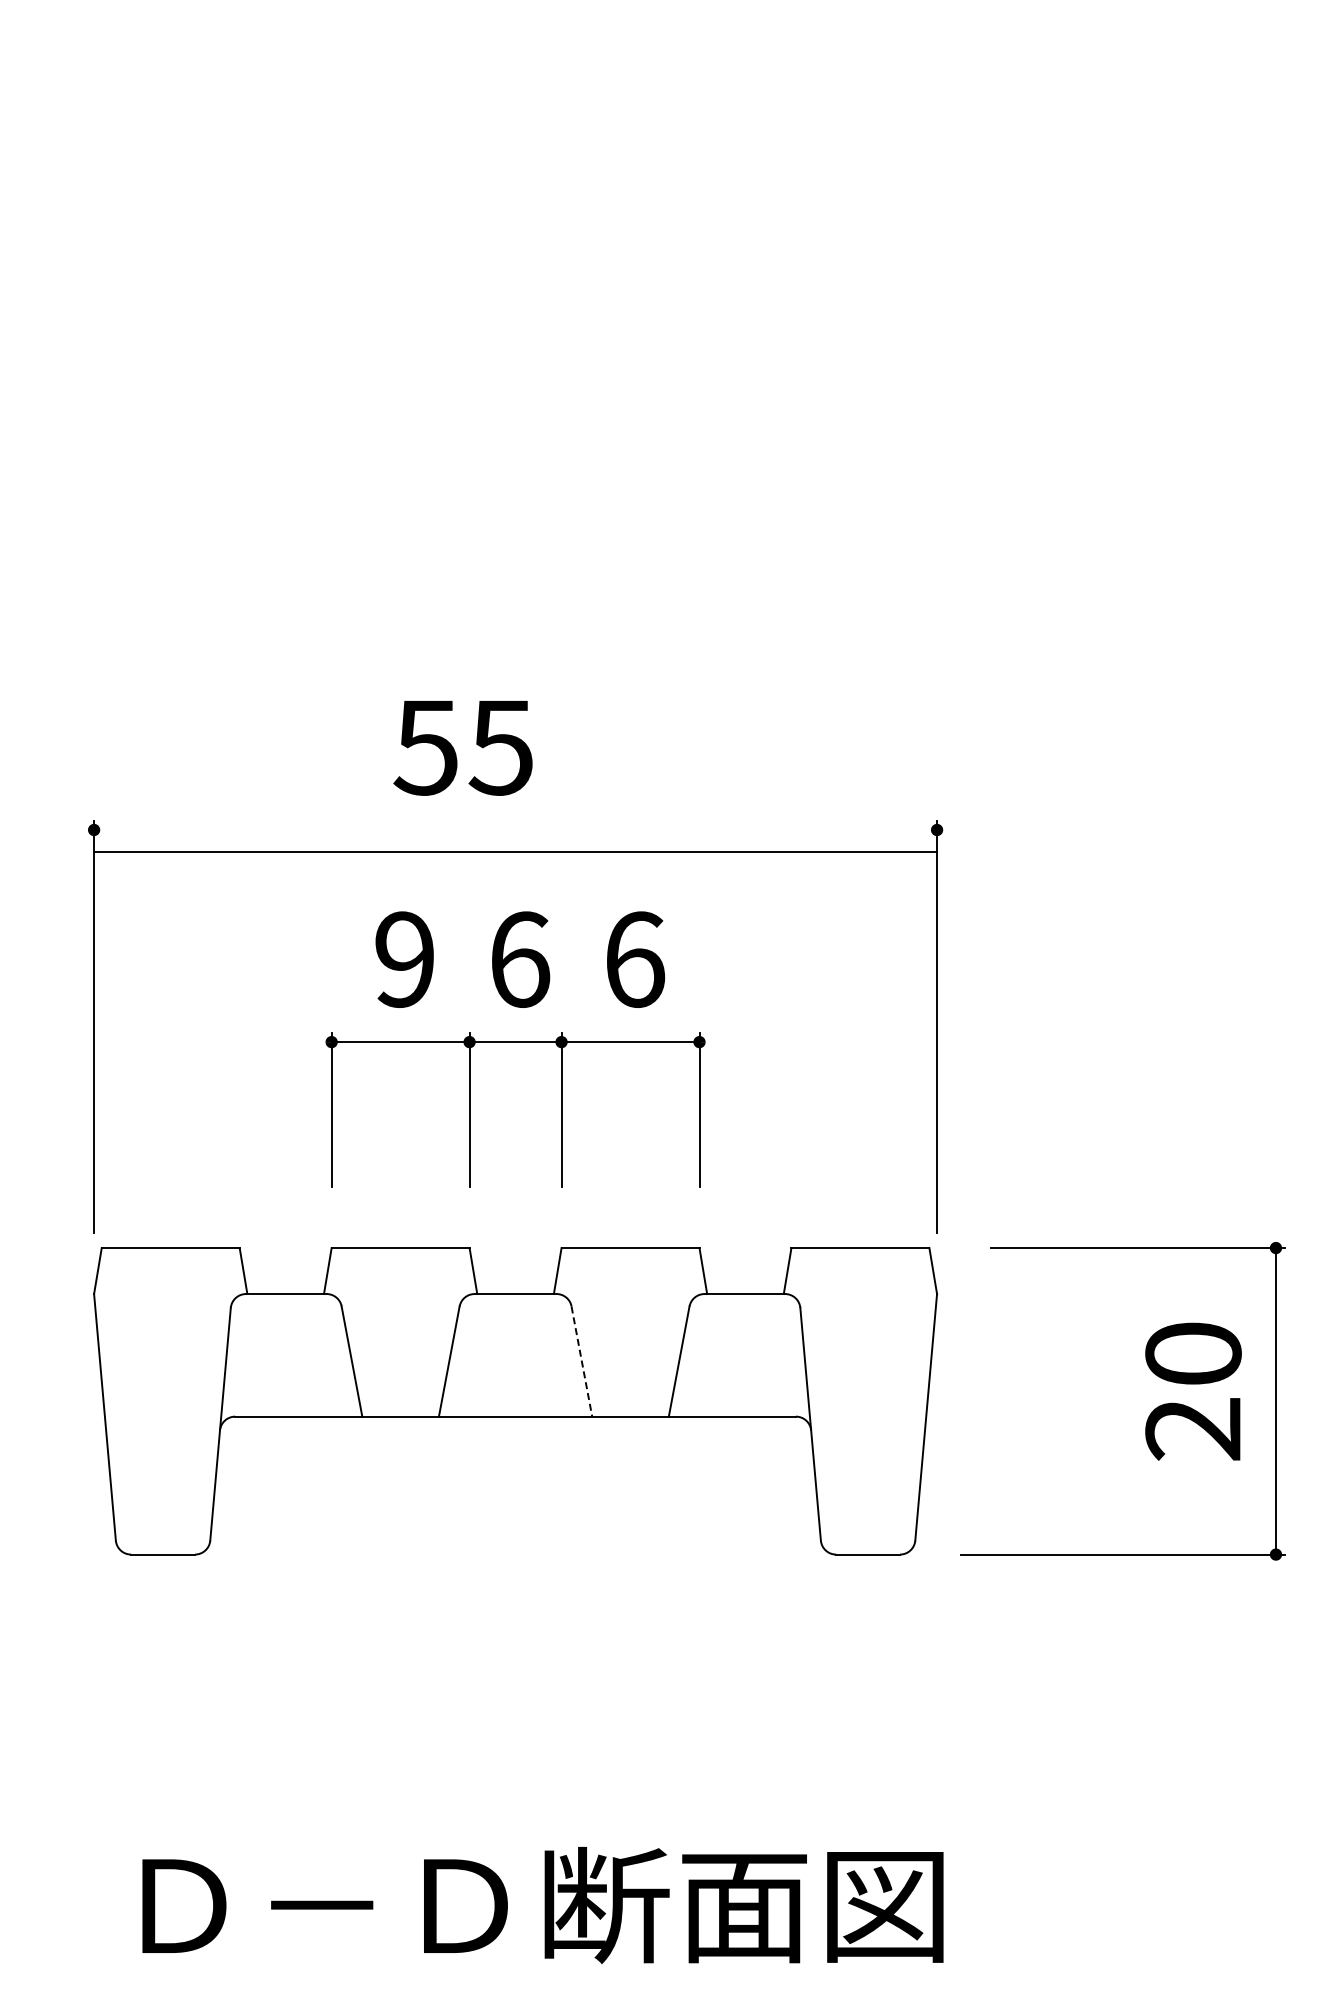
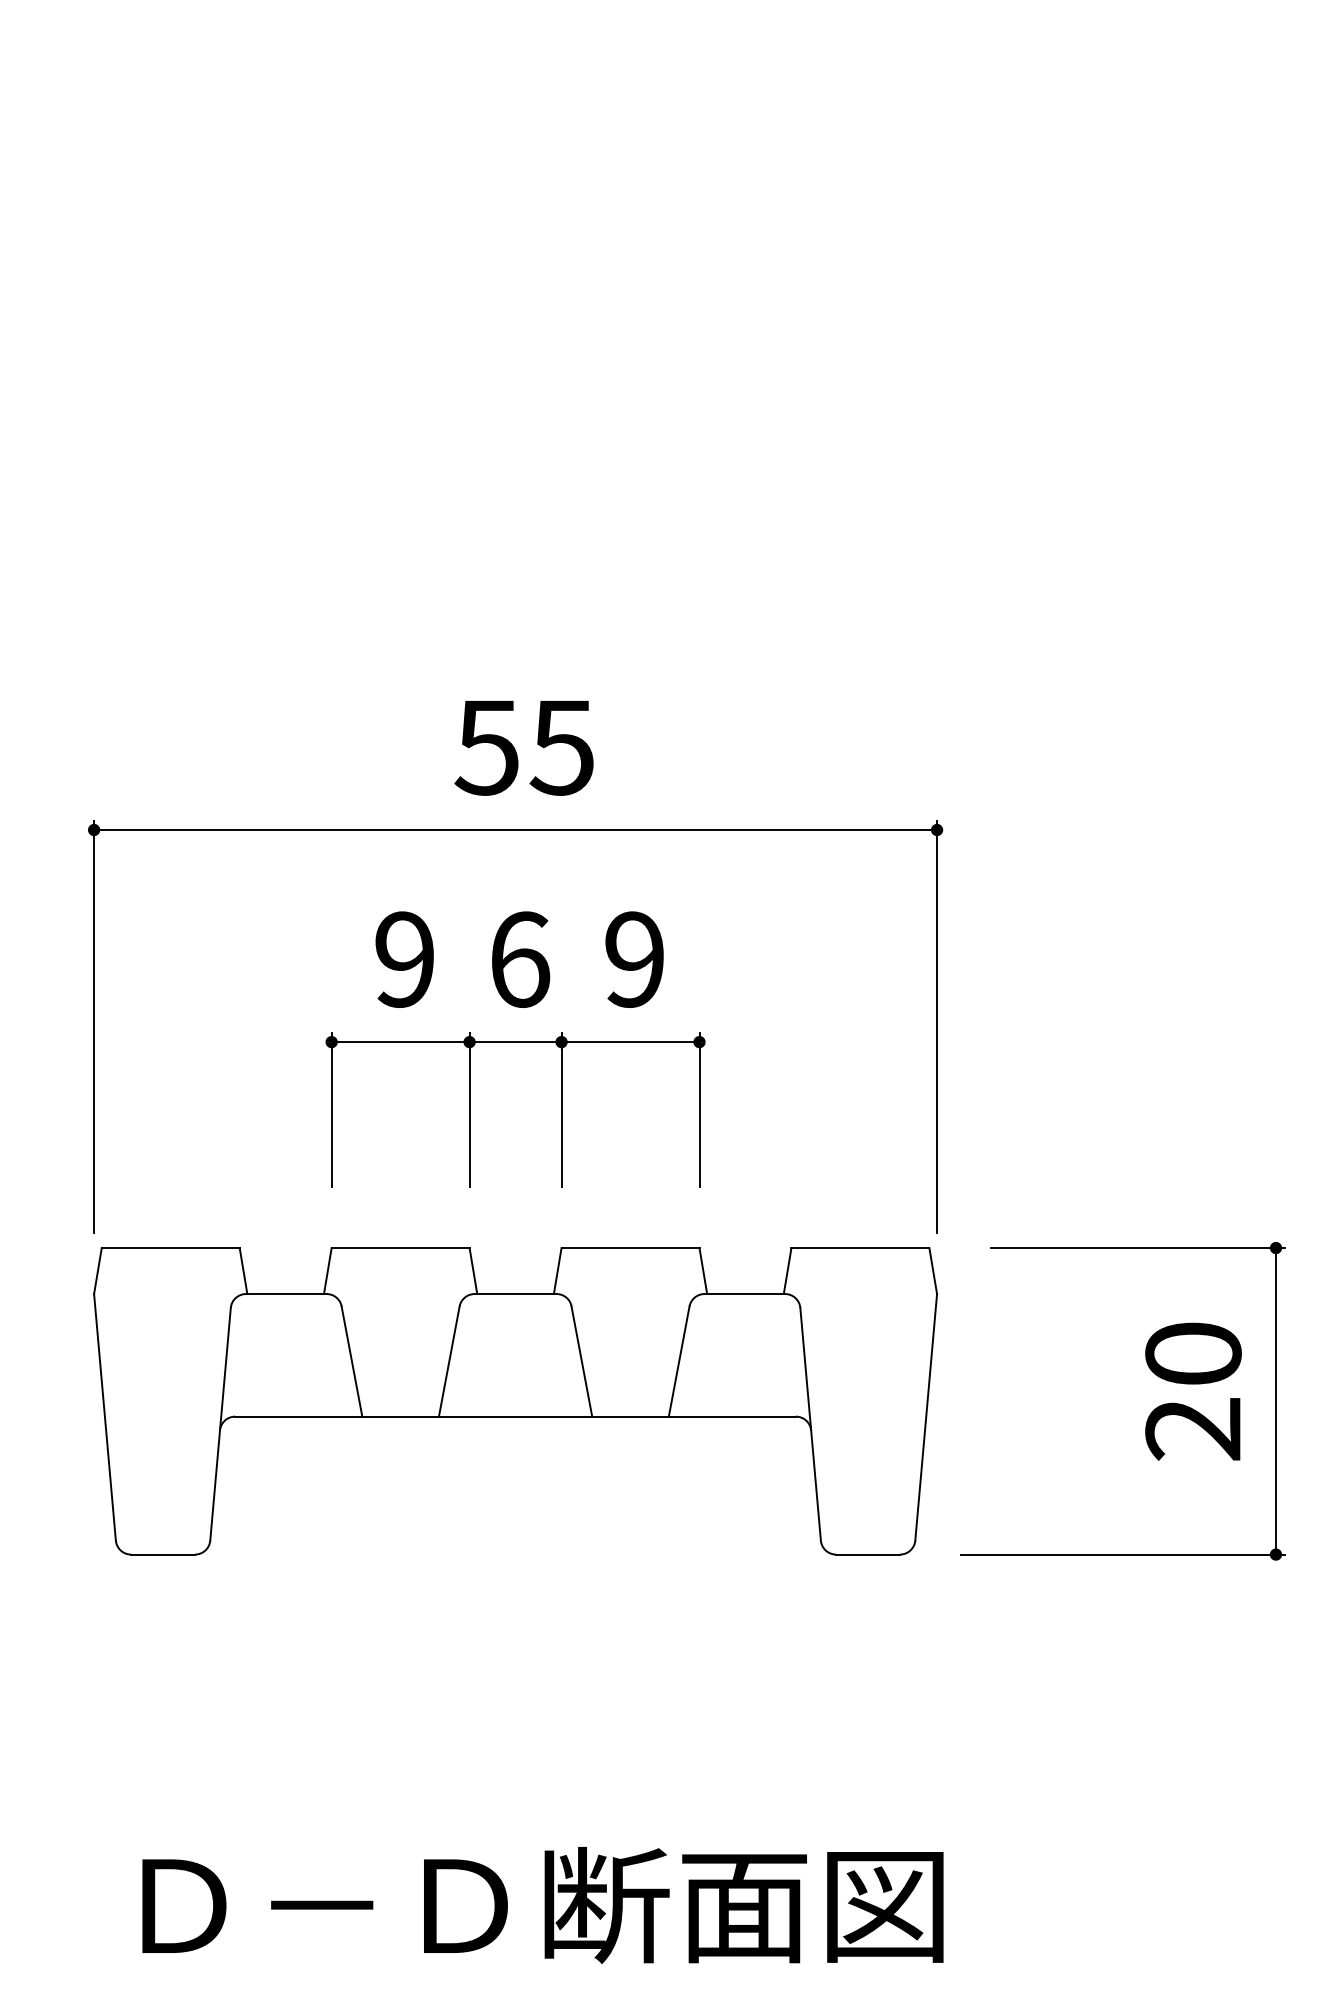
text at (462, 748) position: (462, 748) -> (523, 748)
line at (515, 852) position: (515, 852) -> (515, 830)
text at (635, 959): 6 -> 9
line at (581, 1362): dashed -> solid
